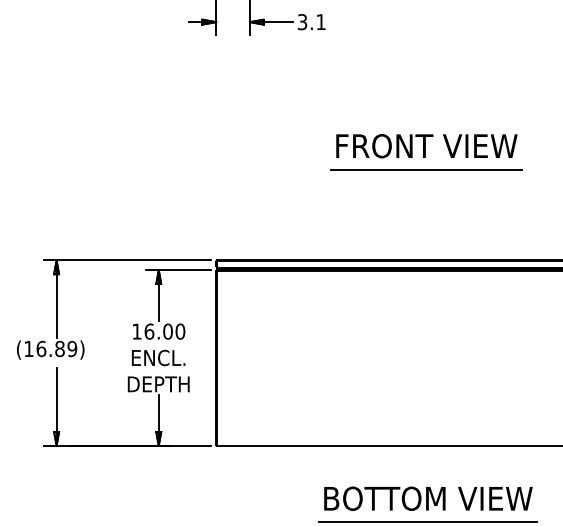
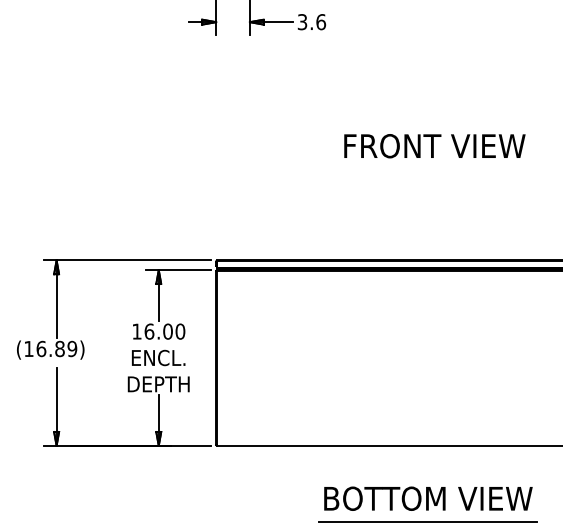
text at (321, 22): 3.1 -> 3.6
text at (426, 146) position: (426, 146) -> (434, 146)
line at (426, 169): present -> none
